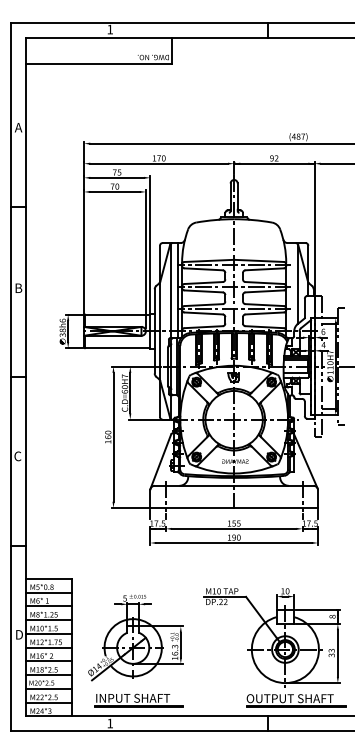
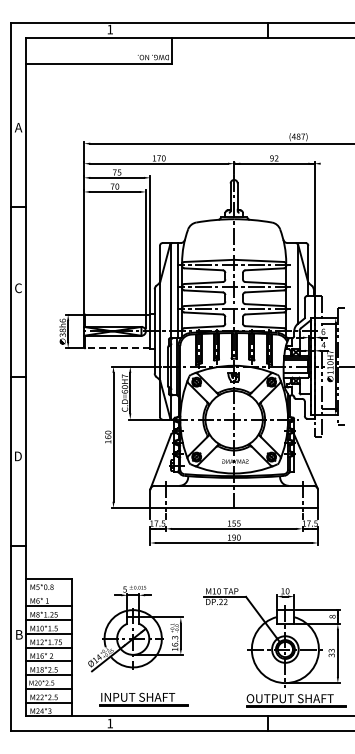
line at (335, 163): present -> none
text at (18, 288): B -> C
line at (117, 348): solid -> dashed
text at (17, 456): C -> D
line at (48, 592): present -> none
text at (19, 634): D -> B
part at (135, 637) position: (135, 637) -> (135, 628)
part at (138, 700) position: (138, 700) -> (143, 699)
